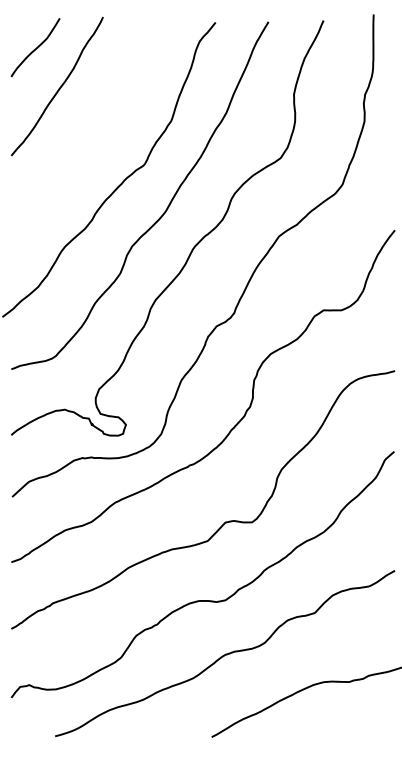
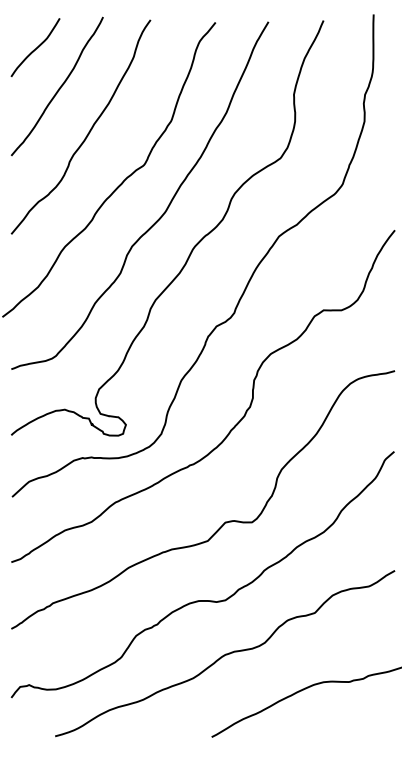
curve at (88, 131): none -> present
